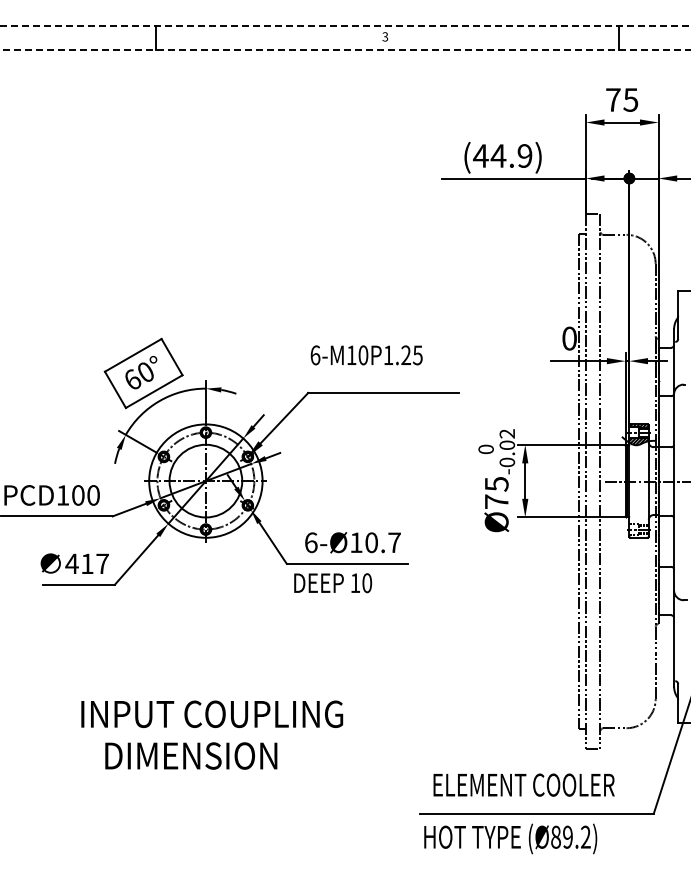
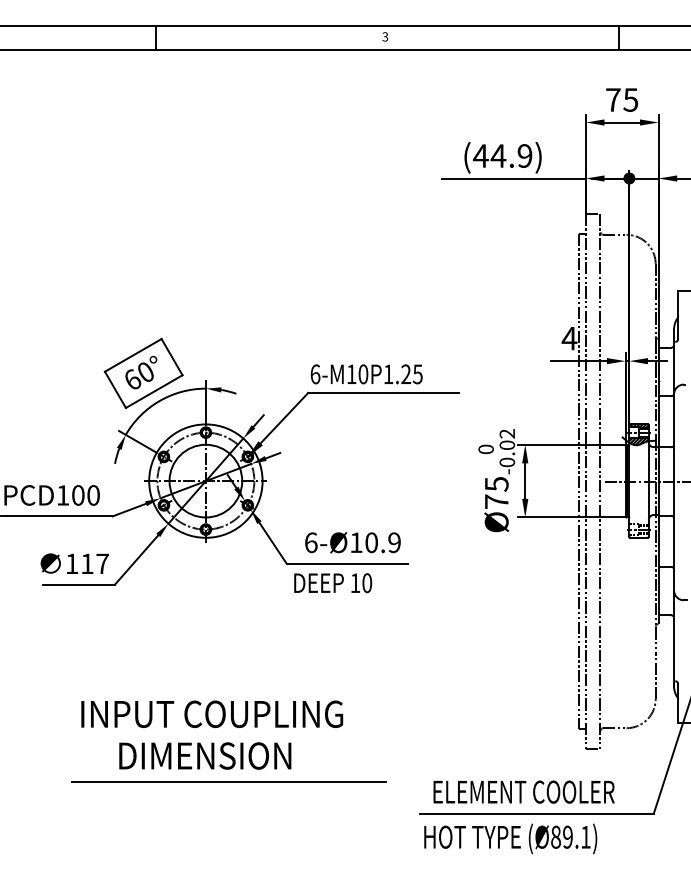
line at (345, 26): dashed -> solid
line at (345, 49): dashed -> solid
text at (569, 338): 0 -> 4
text at (366, 355) position: (366, 355) -> (366, 374)
text at (394, 542): 6-Ø10.7 -> 6-Ø10.9
text at (71, 563): 417 -> 117
text at (191, 755) position: (191, 755) -> (205, 755)
line at (229, 782): none -> present
text at (523, 784) position: (523, 784) -> (523, 791)
text at (585, 836): (Ø89.2) -> (Ø89.1)
